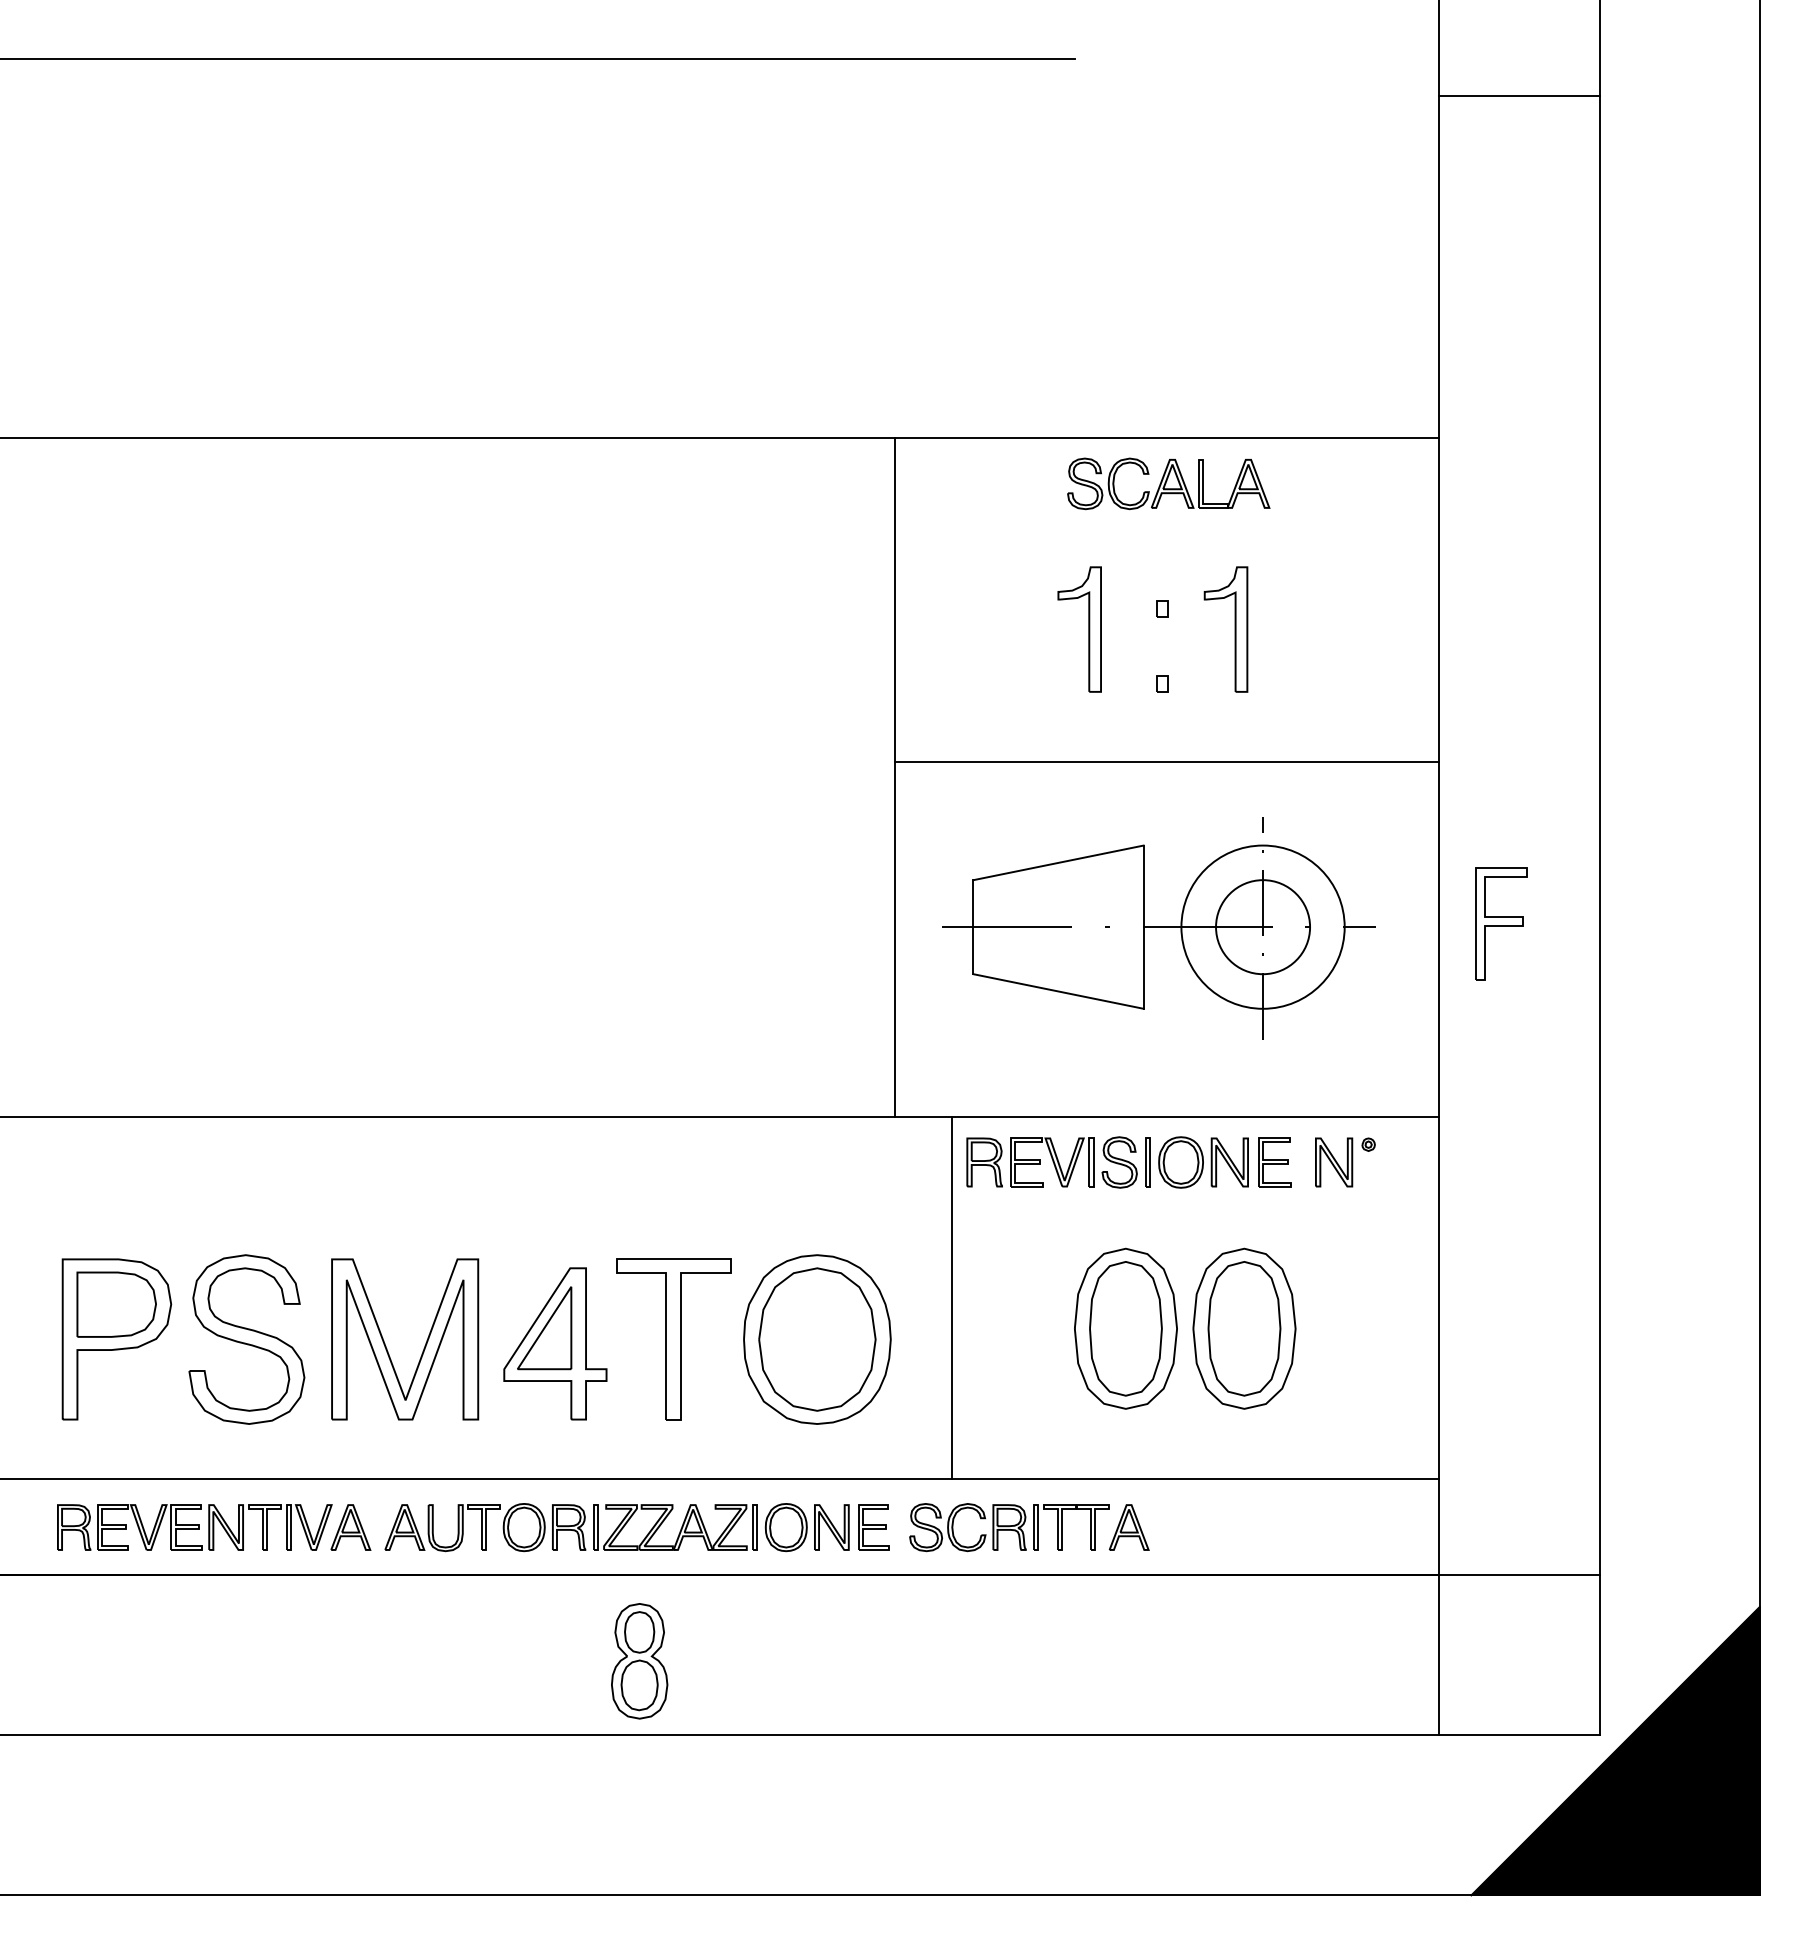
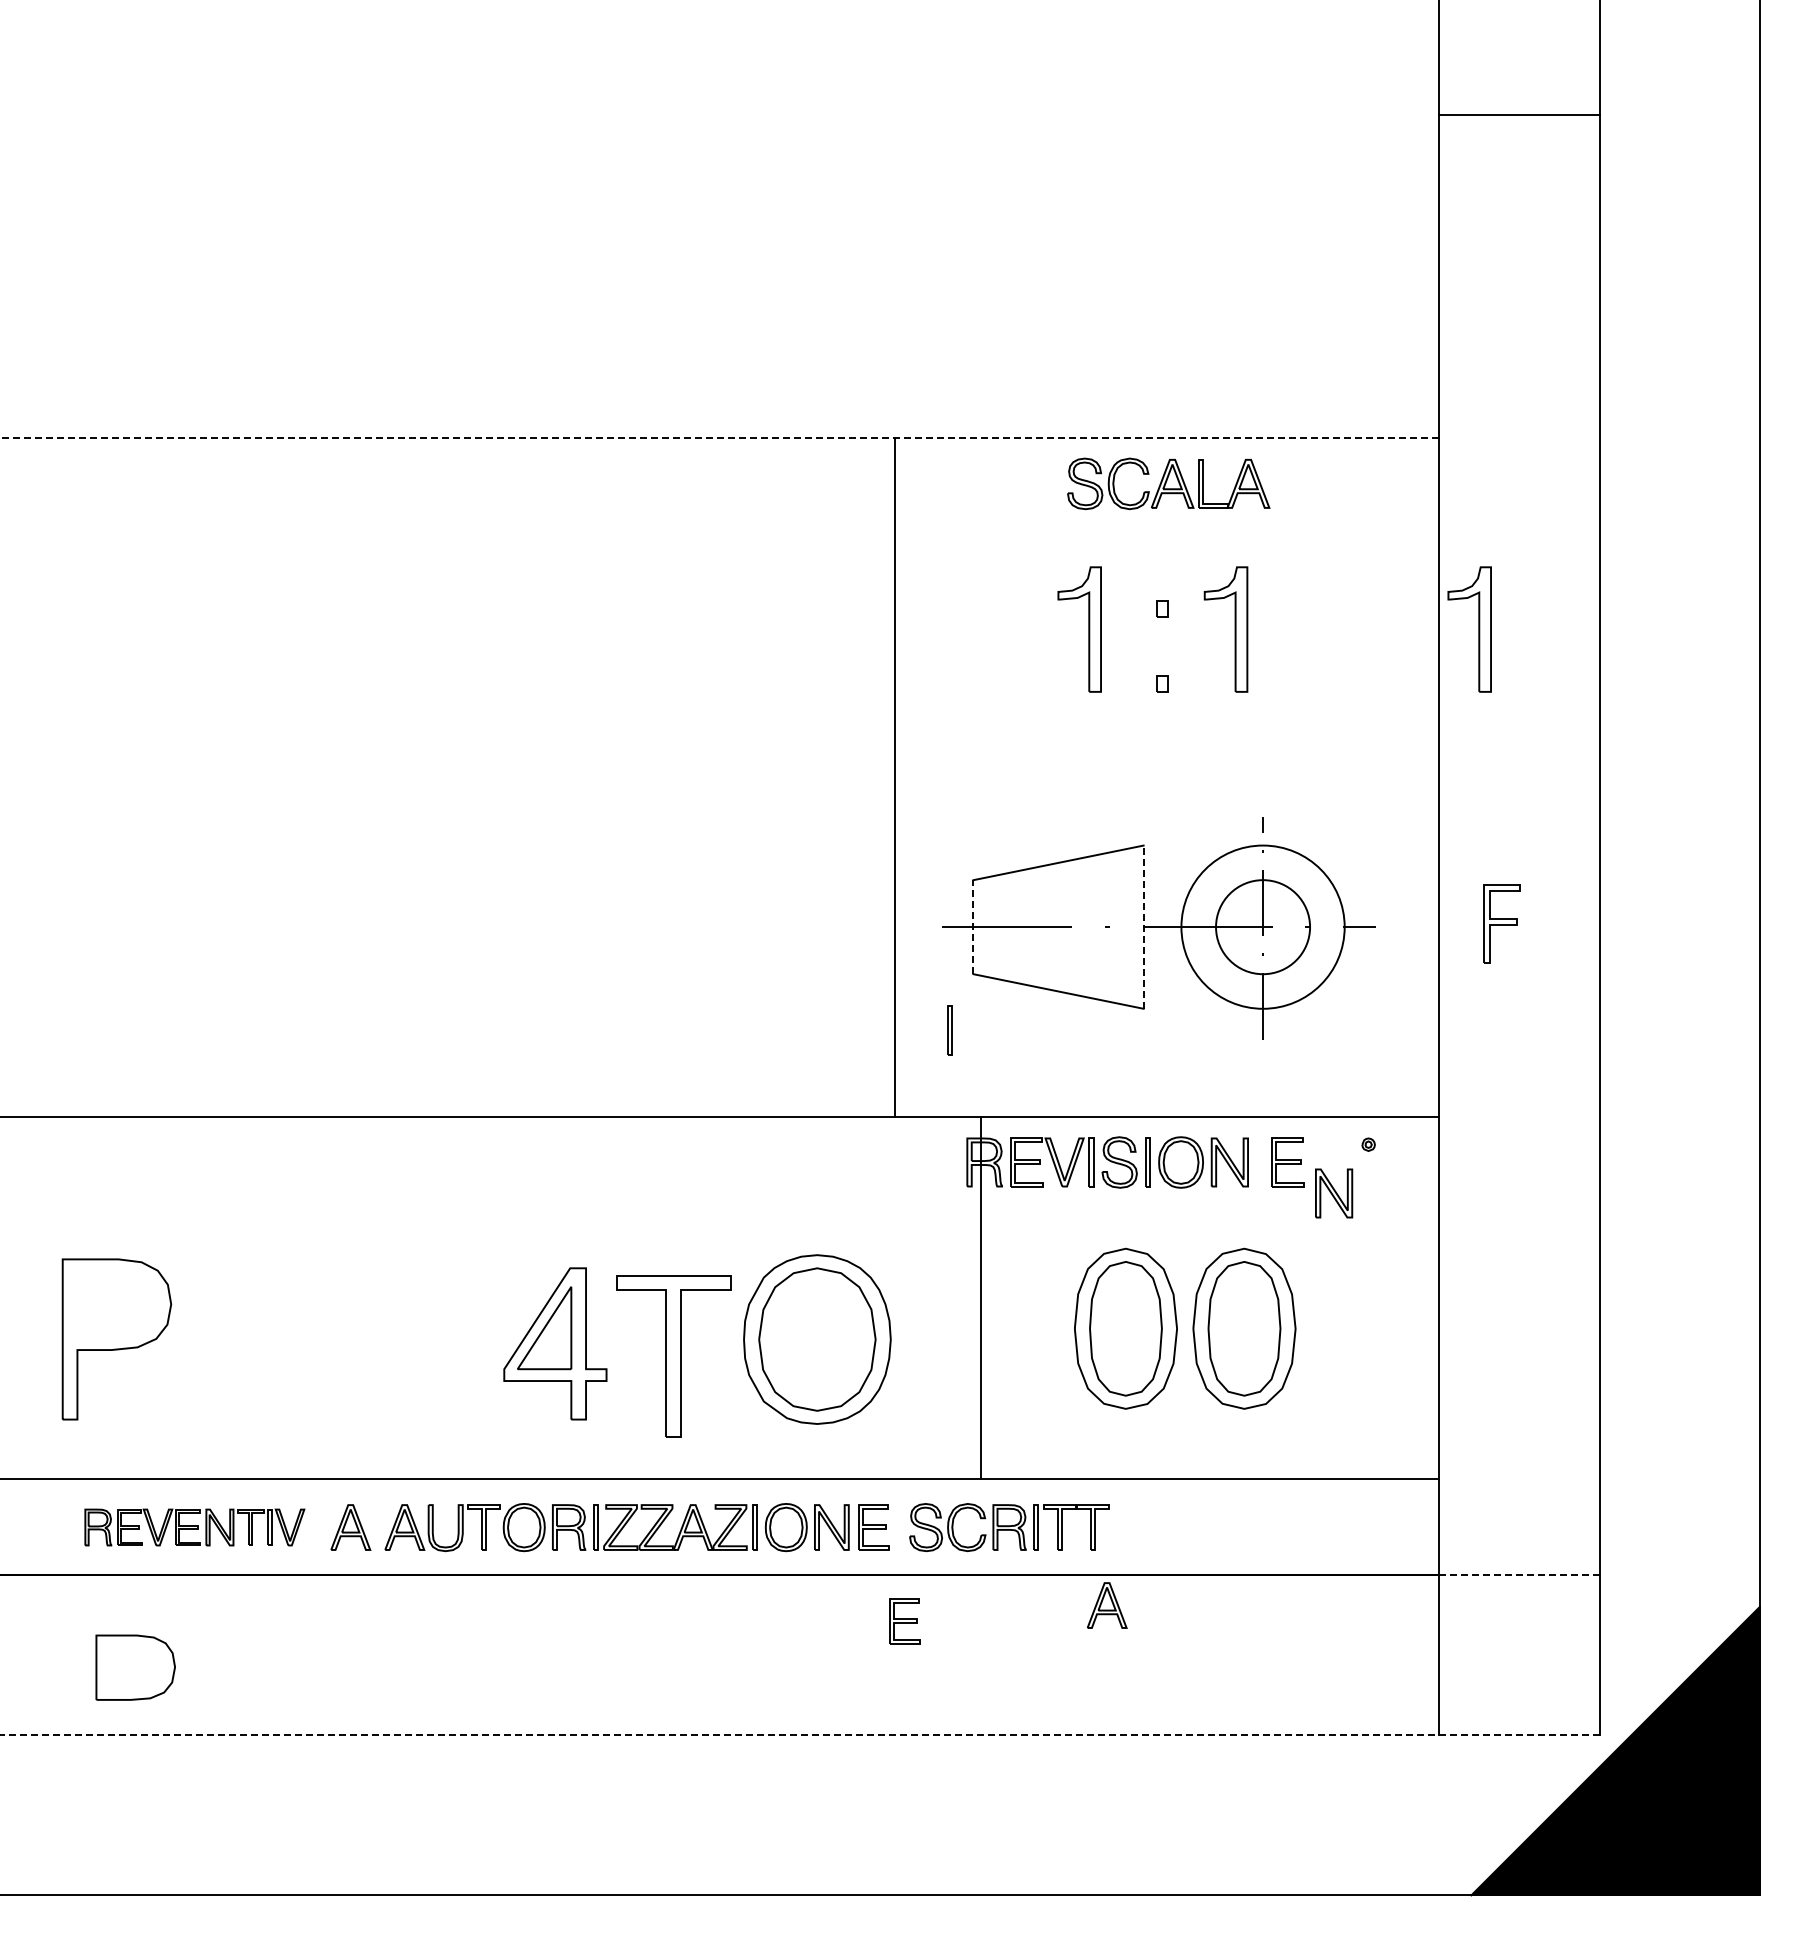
line at (538, 58): present -> none
line at (1519, 96) position: (1519, 96) -> (1519, 115)
line at (720, 437): solid -> dashed
part at (1478, 629): none -> present
line at (1166, 761): present -> none
part at (1501, 923) size: 53x114 px -> 38x80 px
line at (973, 926): solid -> dashed
line at (1143, 927): solid -> dashed
part at (949, 1030): none -> present
part at (1274, 1162) position: (1274, 1162) -> (1287, 1162)
part at (1334, 1162) position: (1334, 1162) -> (1334, 1193)
line at (952, 1297) position: (952, 1297) -> (981, 1297)
part at (116, 1304) position: (116, 1304) -> (135, 1667)
part at (246, 1339): present -> none
part at (673, 1339) position: (673, 1339) -> (673, 1356)
part at (424, 1345): present -> none
part at (194, 1527) size: 276x47 px -> 222x39 px
part at (1129, 1527) position: (1129, 1527) -> (1107, 1605)
line at (1519, 1575): solid -> dashed
part at (904, 1621): none -> present
part at (639, 1661): present -> none
line at (800, 1735): solid -> dashed
